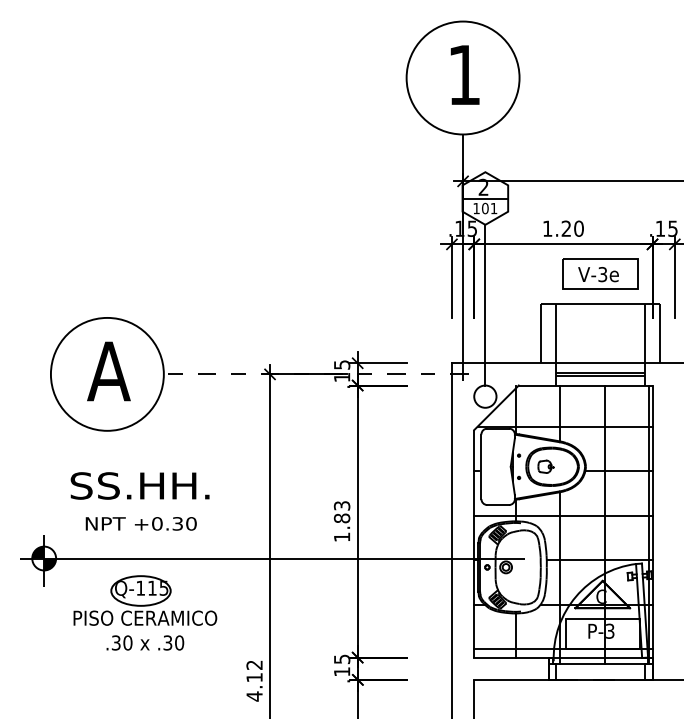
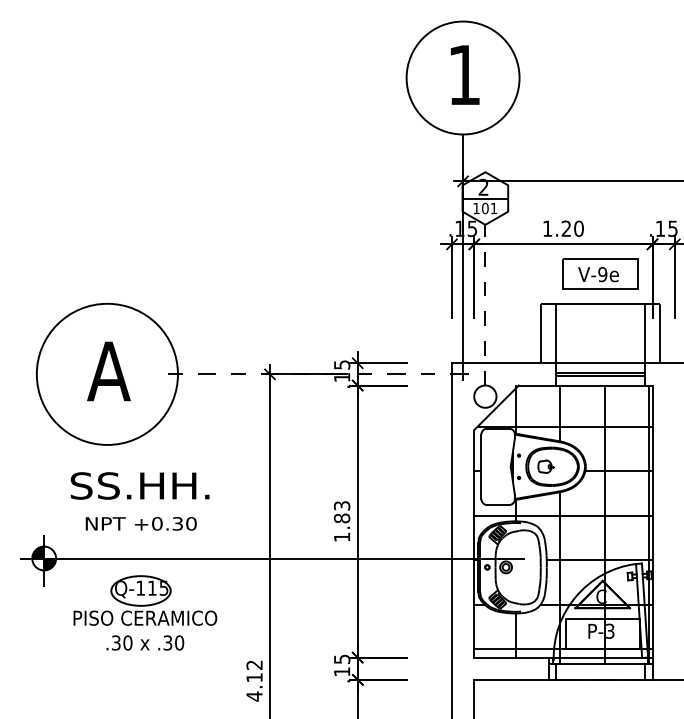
text at (602, 274): V-3e -> V-9e
line at (485, 304): solid -> dashed
circle at (106, 373) diameter: 113 px -> 141 px
